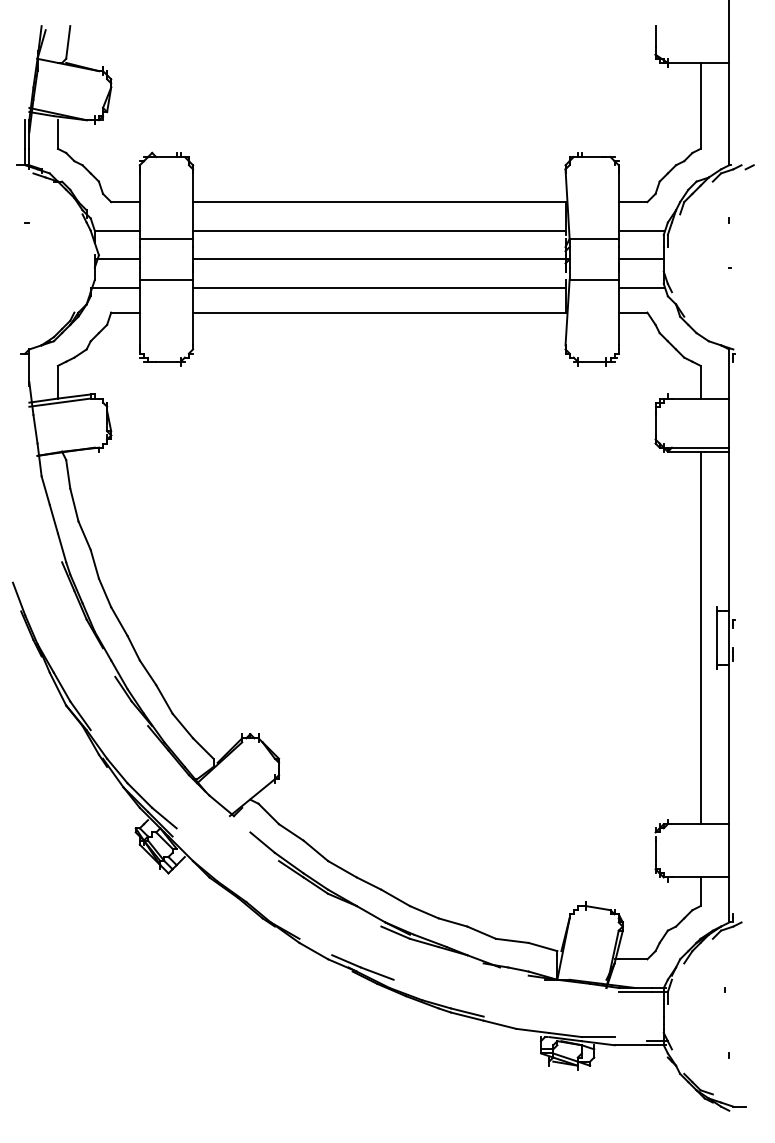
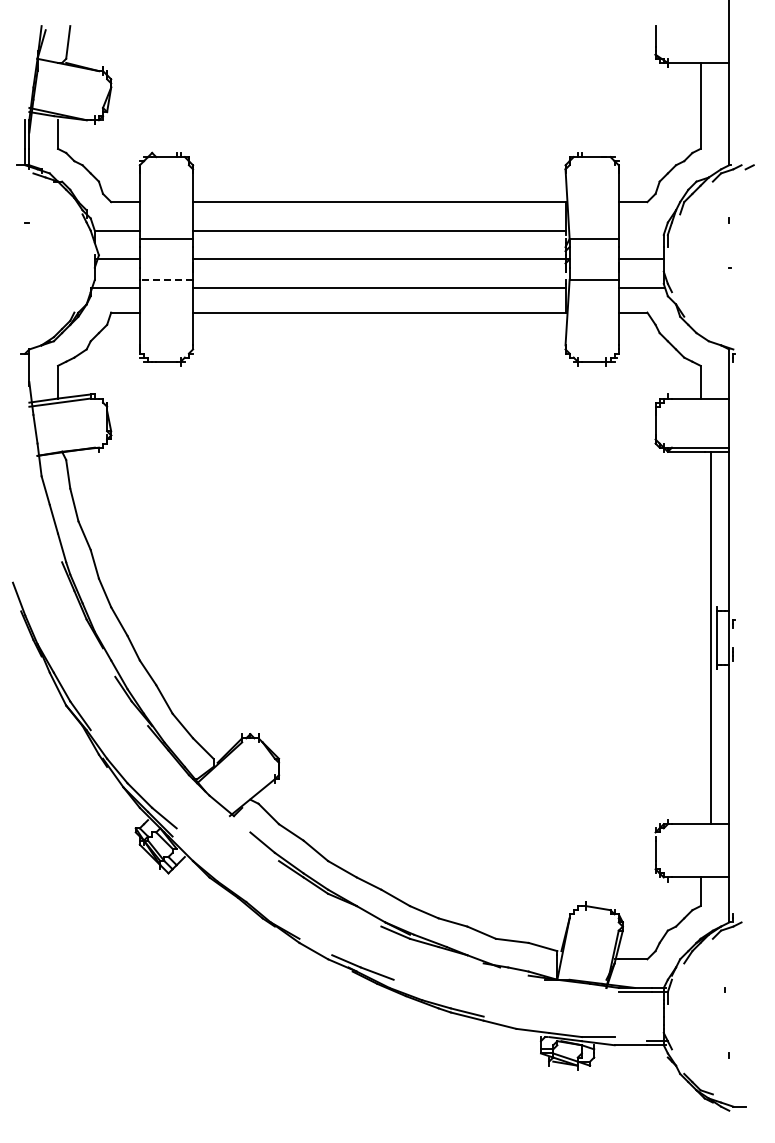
line at (640, 230): present -> none
line at (166, 279): solid -> dashed
line at (700, 637) position: (700, 637) -> (710, 637)
